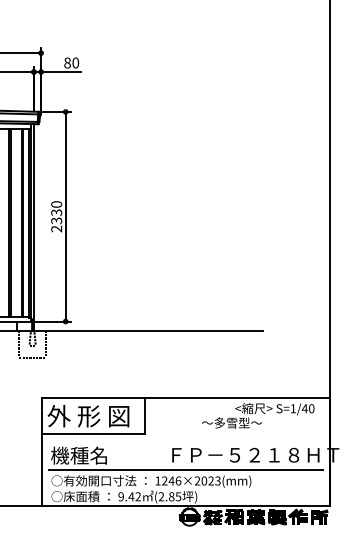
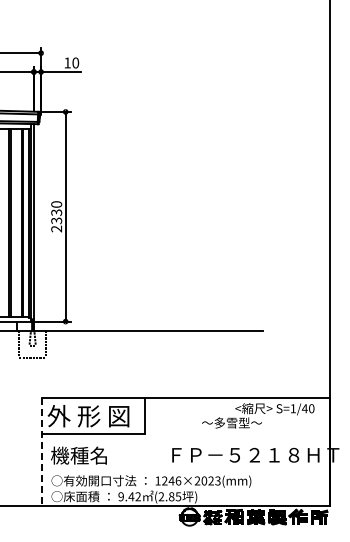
text at (67, 62): 80 -> 10
line at (41, 452): solid -> dashed
line at (185, 470): present -> none
